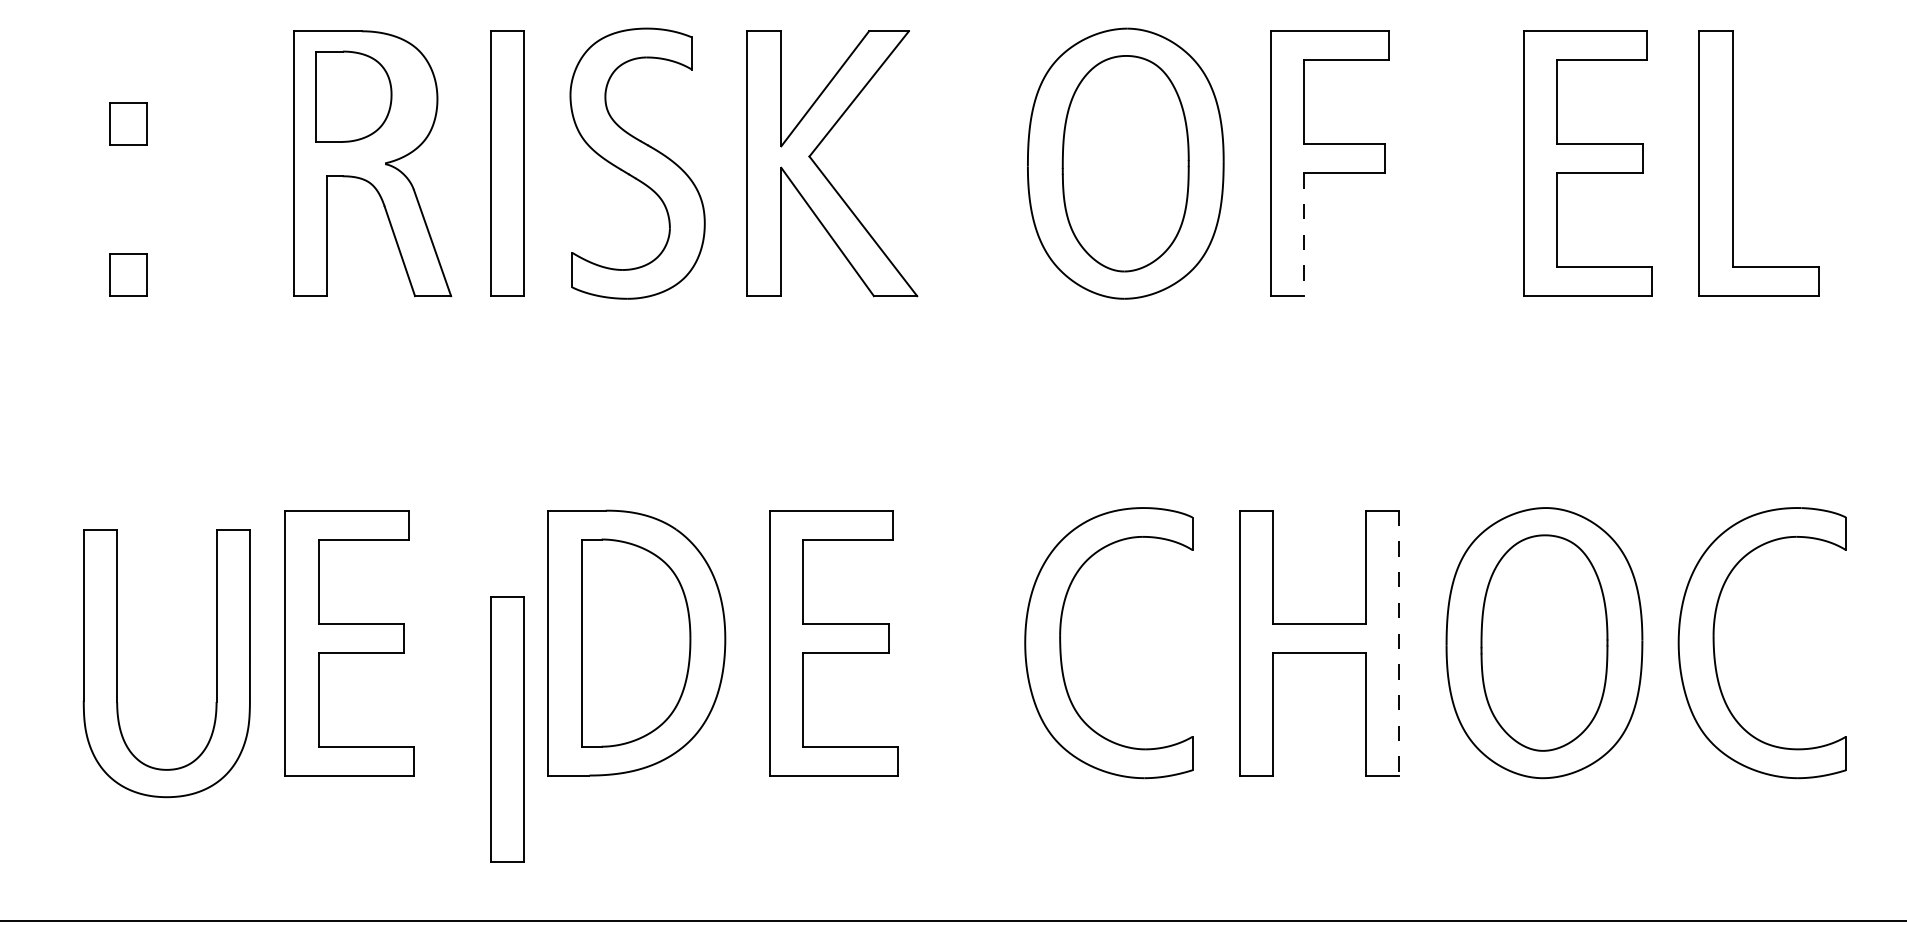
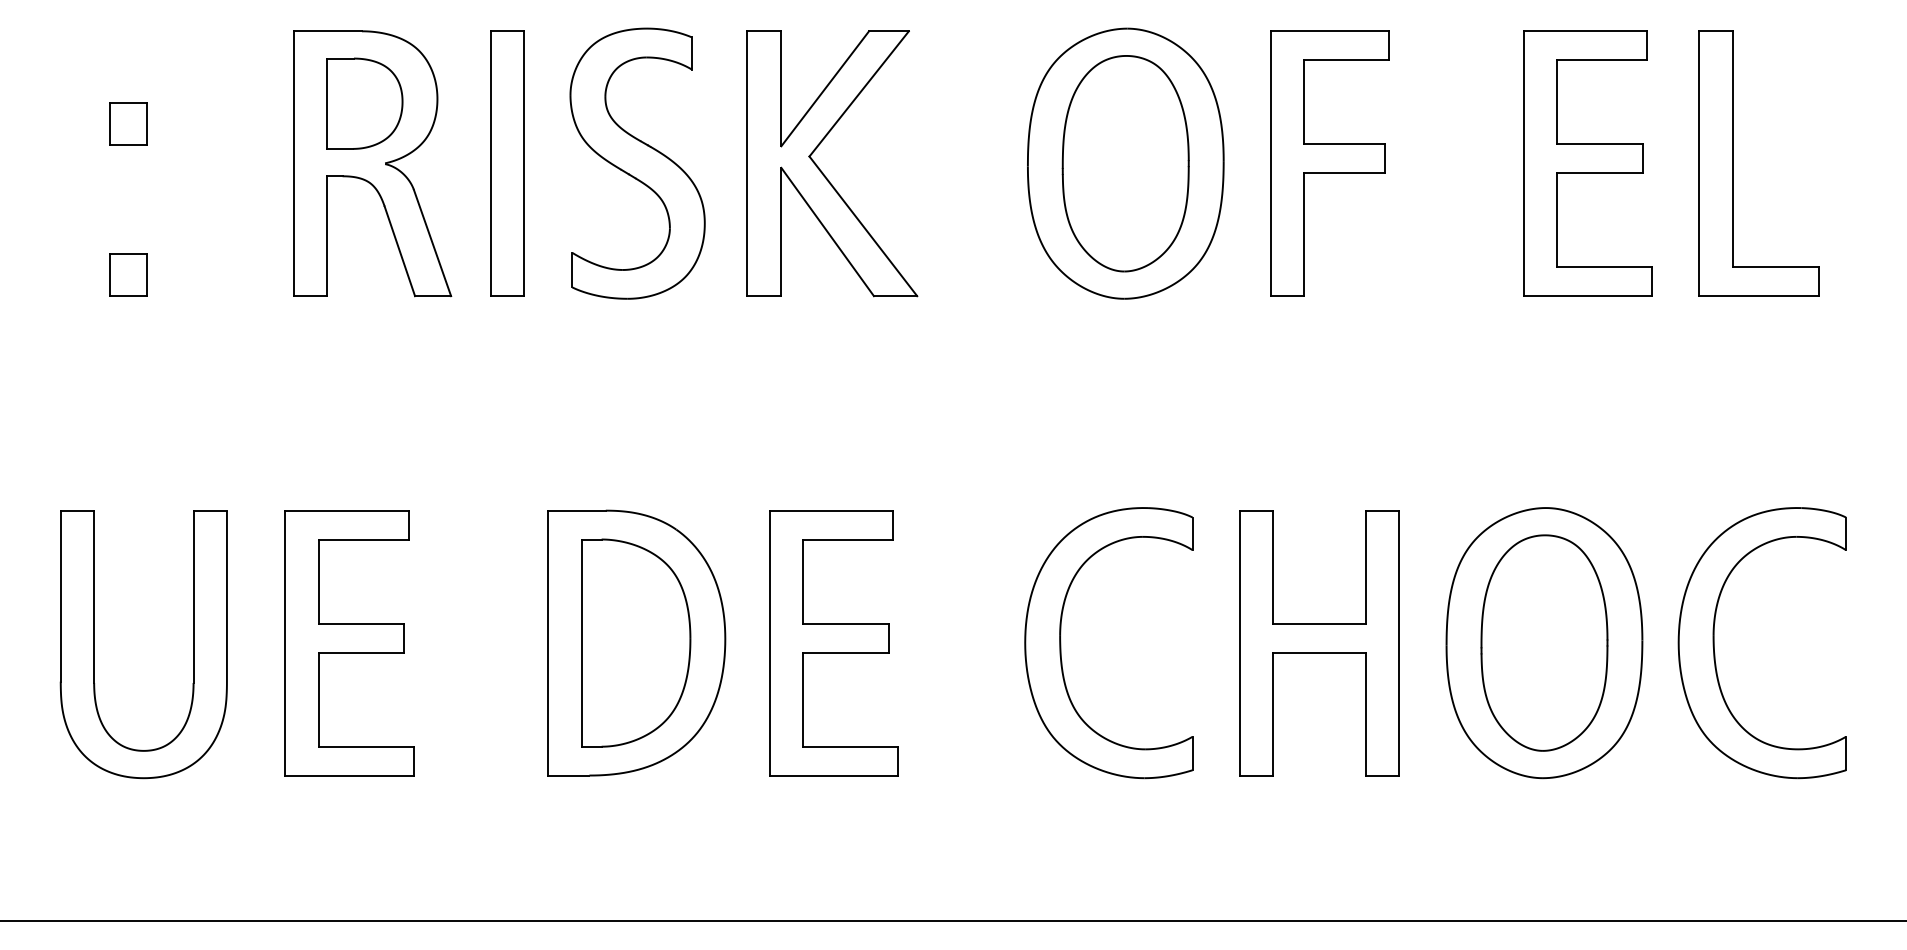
part at (353, 96) position: (353, 96) -> (364, 103)
line at (1304, 235): dashed -> solid
line at (1399, 643): dashed -> solid
part at (117, 663) position: (117, 663) -> (94, 644)
part at (507, 729): present -> none
